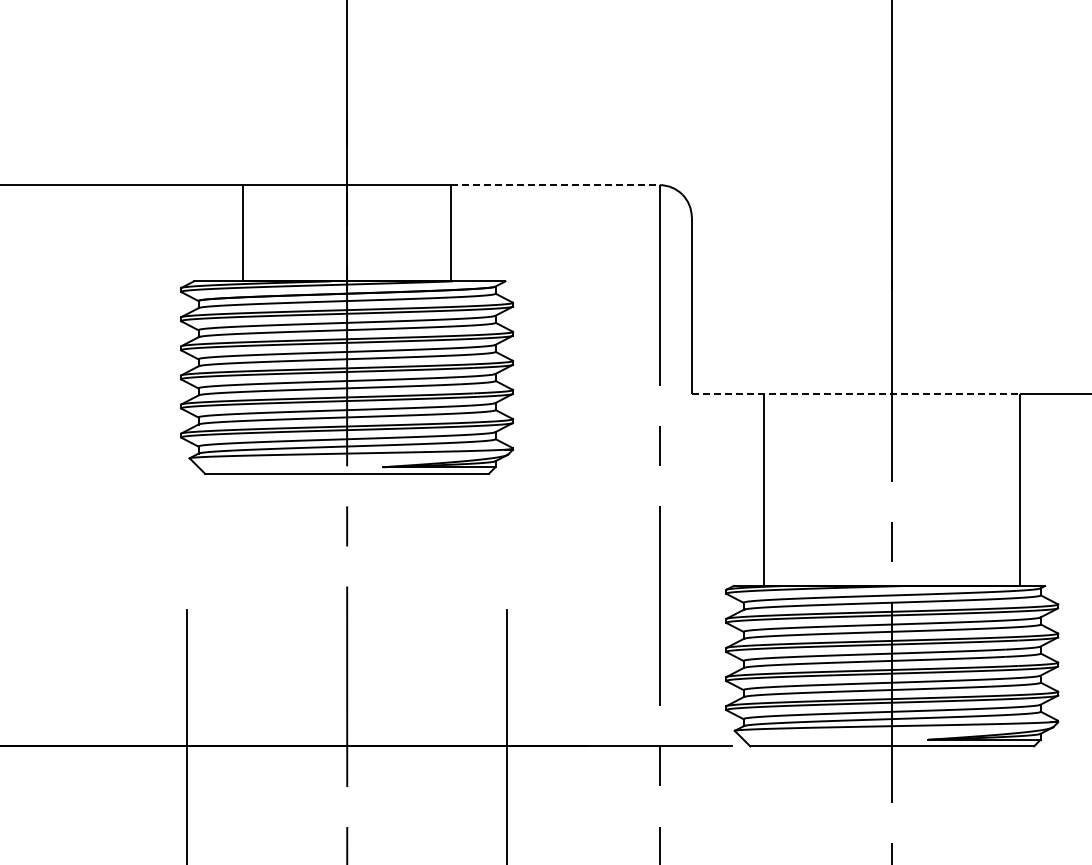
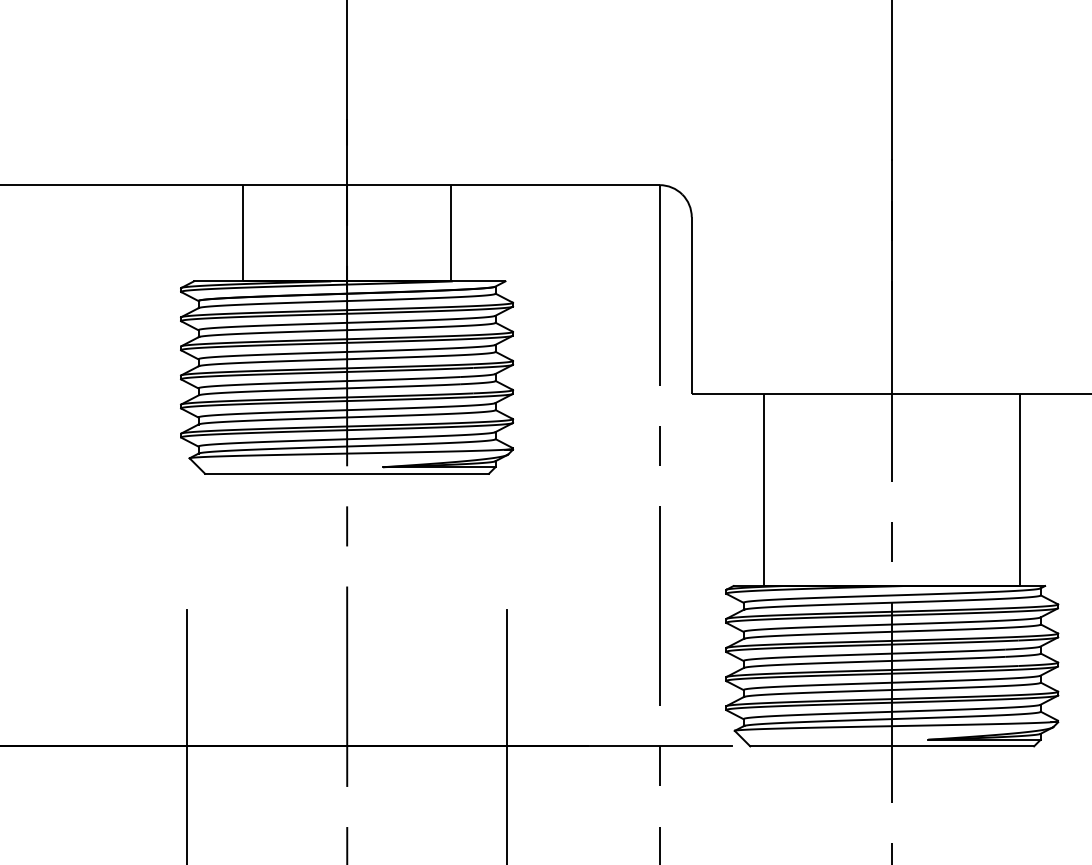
line at (555, 185): dashed -> solid
line at (856, 393): dashed -> solid
